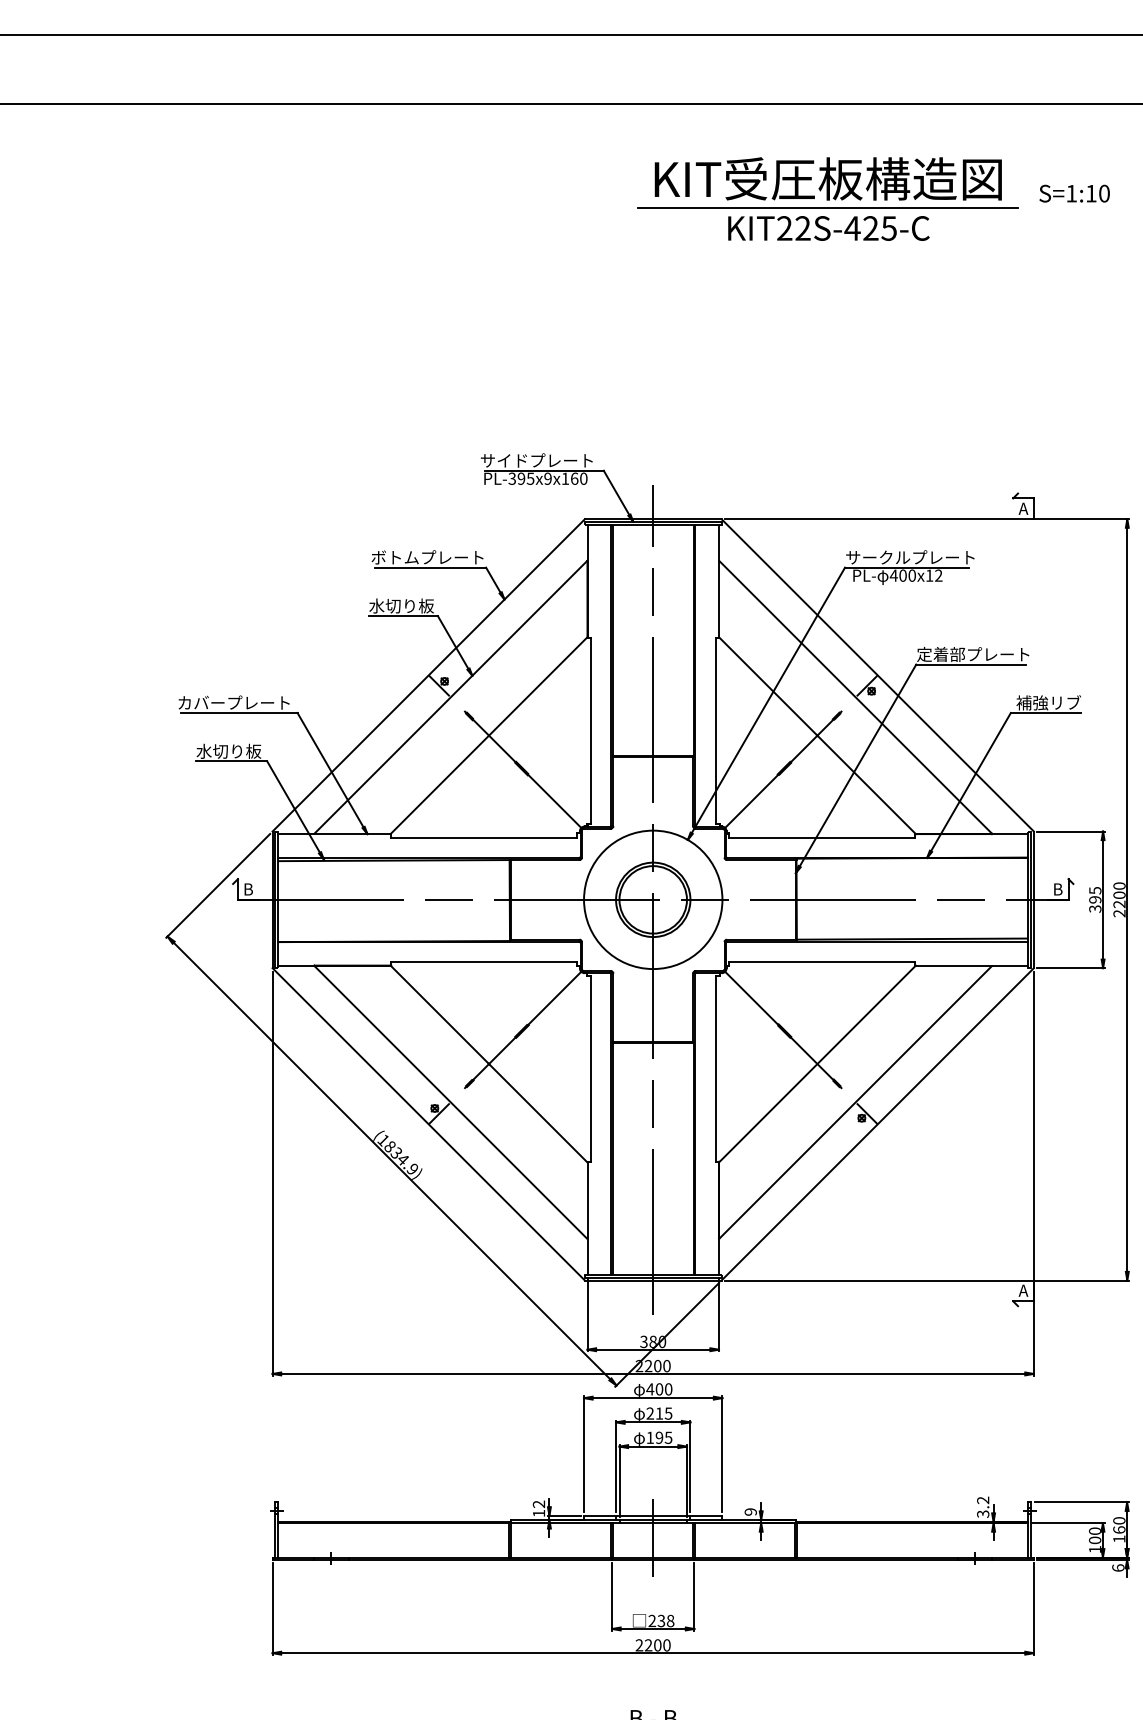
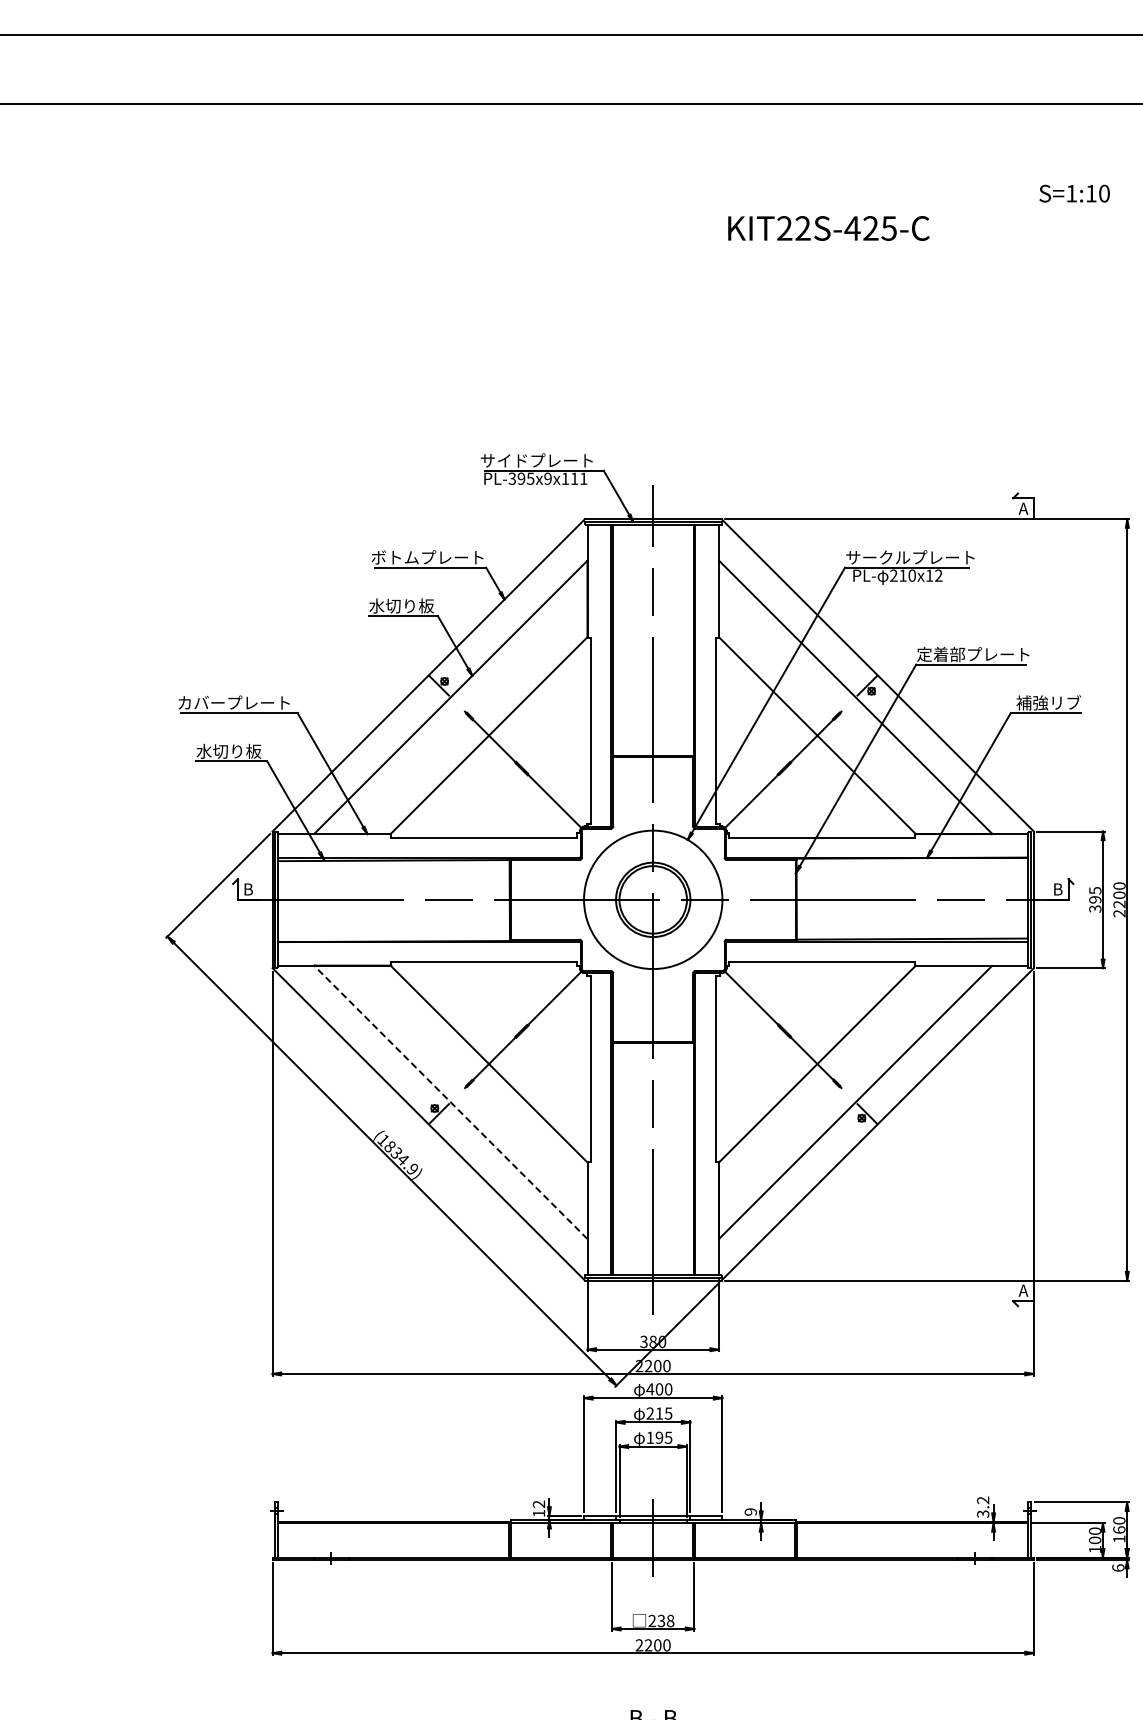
part at (827, 182): present -> none
text at (579, 478): PL-395x9x160 -> PL-395x9x111
text at (897, 575): 400x12 -> 210x12
line at (451, 1103): solid -> dashed
